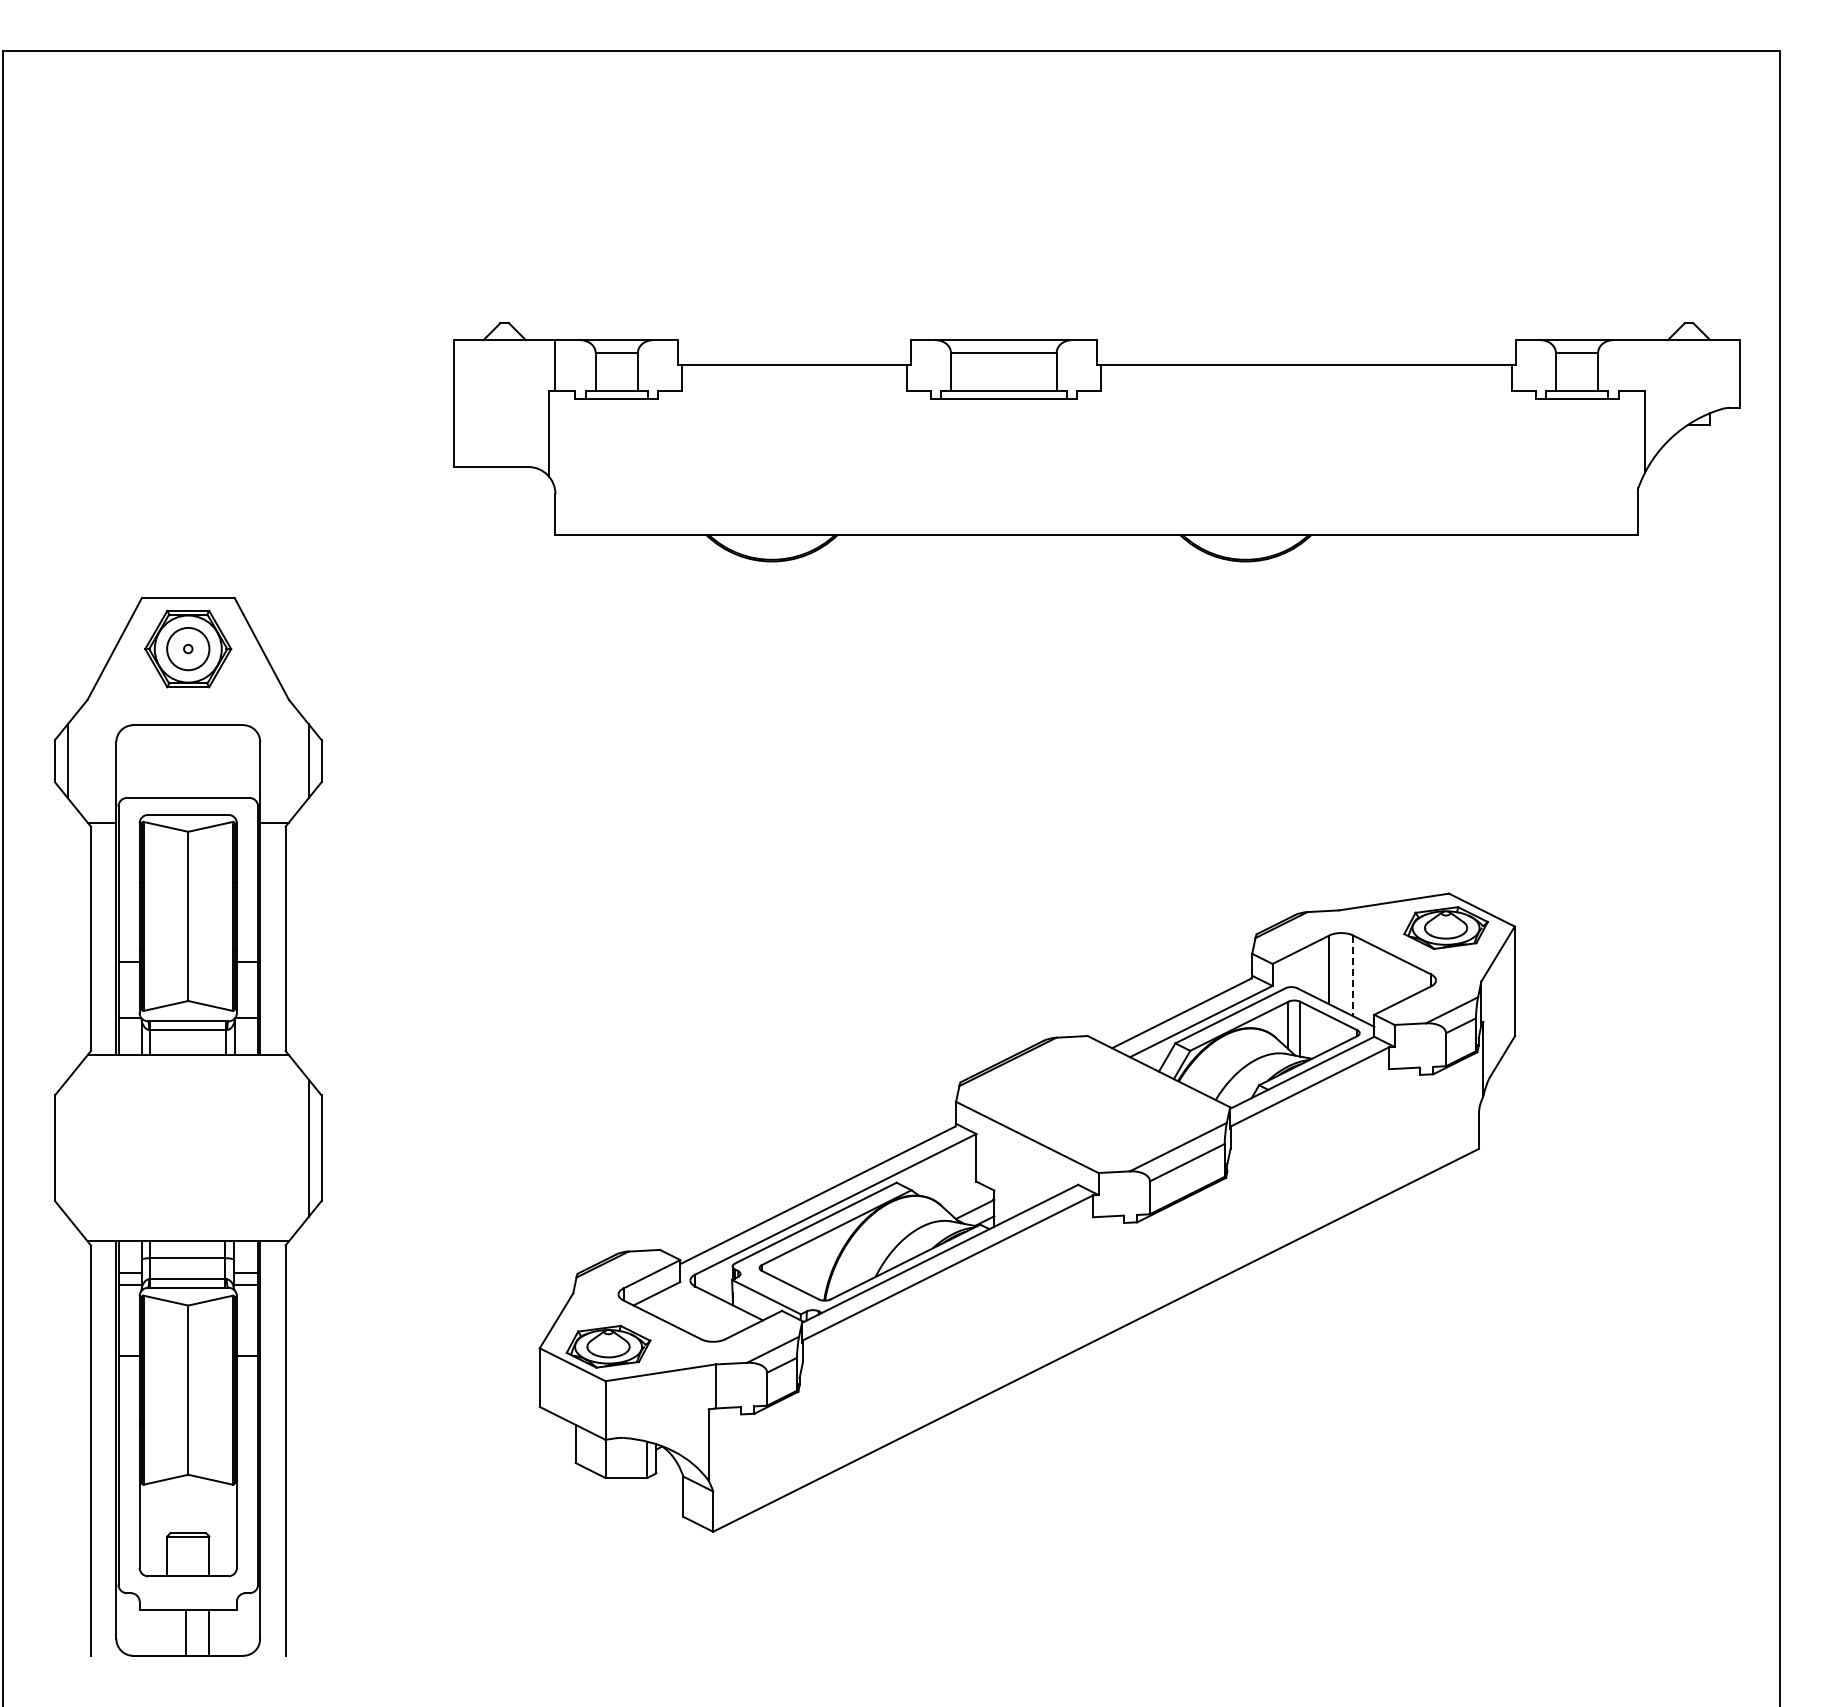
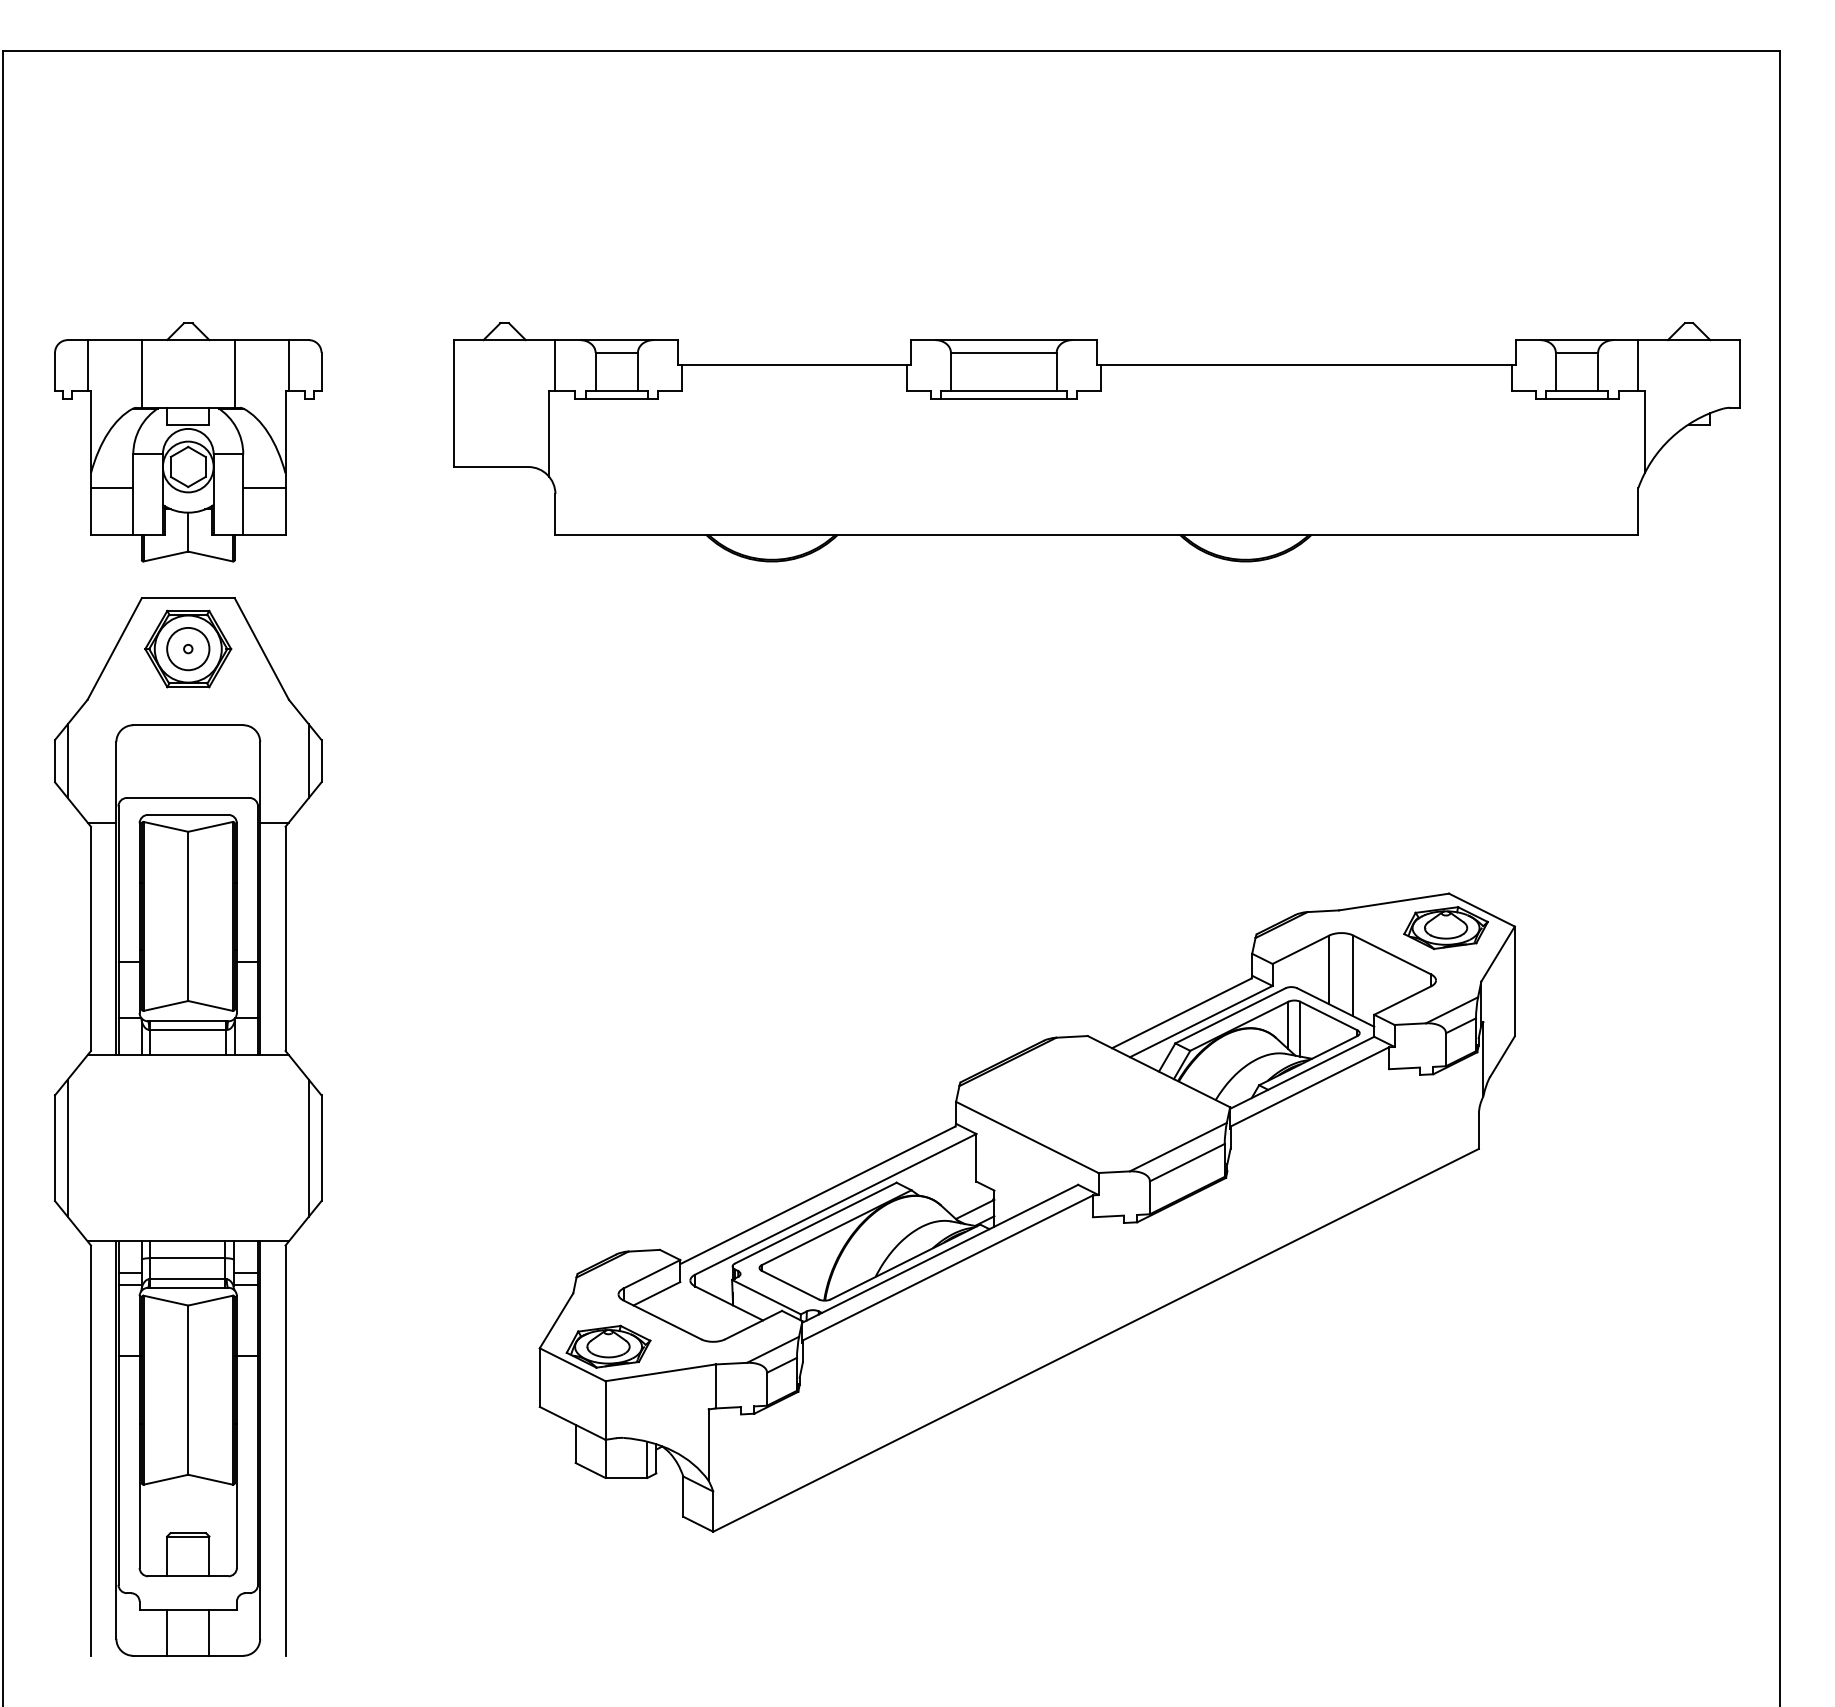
line at (1638, 365): none -> present
part at (188, 442): none -> present
line at (1353, 976): dashed -> solid
line at (67, 1147): none -> present
line at (186, 1632) position: (186, 1632) -> (167, 1632)
